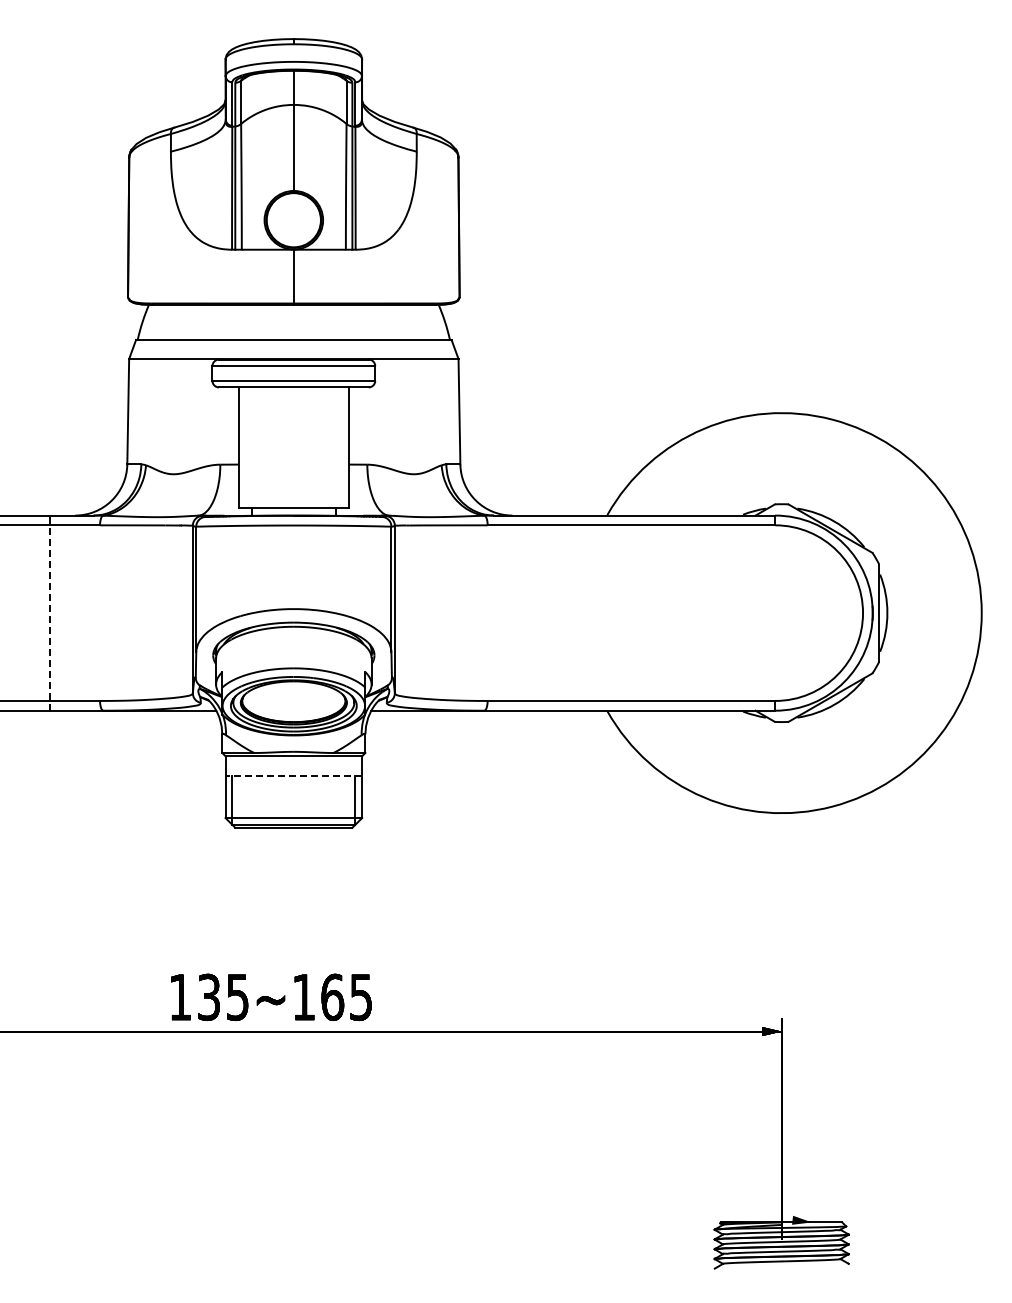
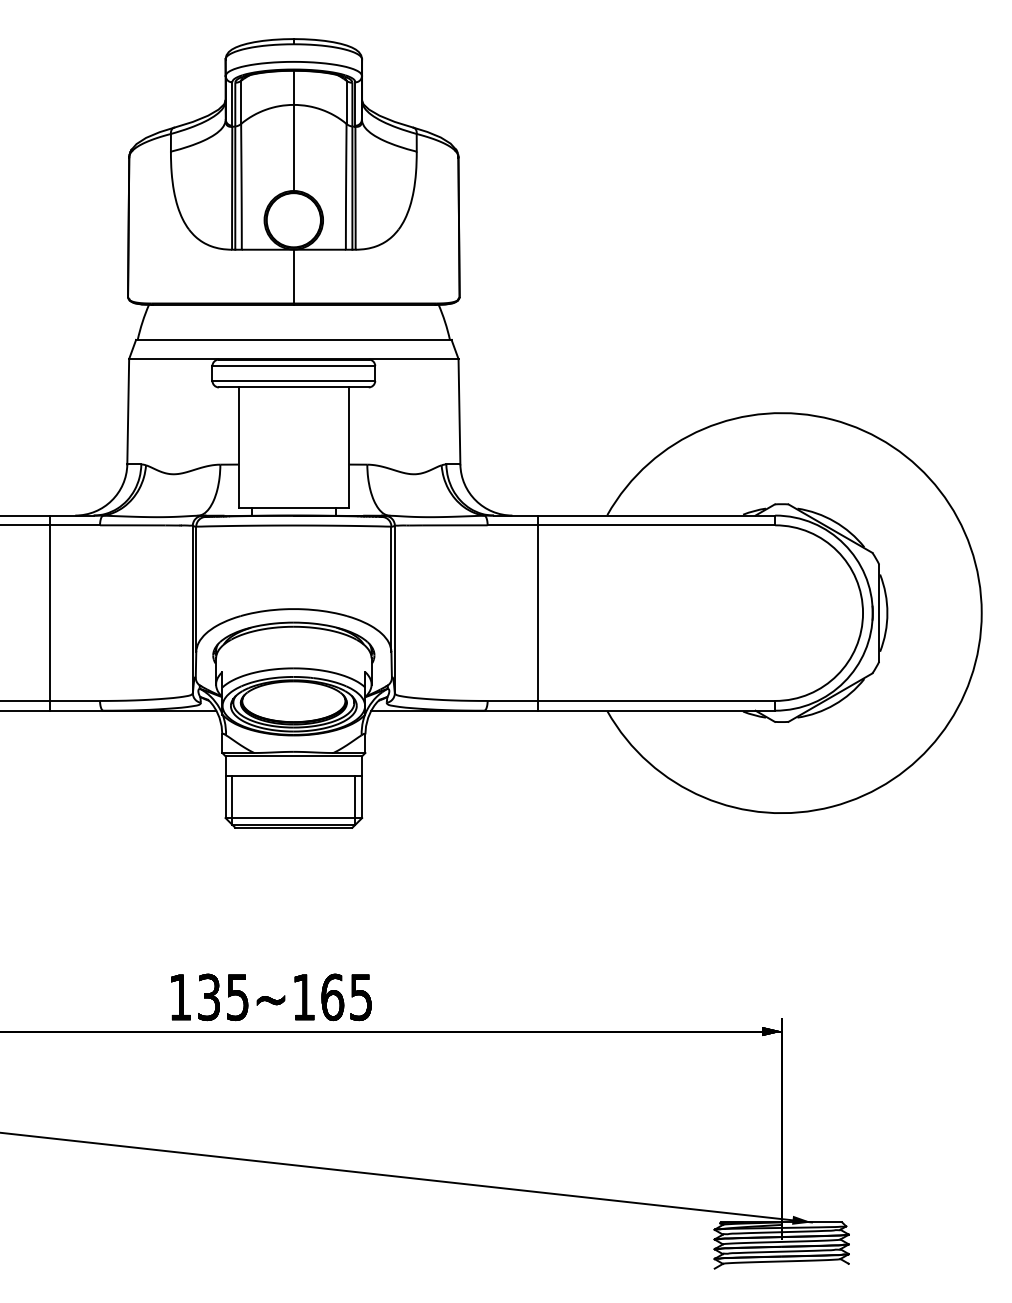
line at (537, 612): none -> present
line at (49, 613): dashed -> solid
line at (293, 775): dashed -> solid
line at (406, 1177): none -> present
